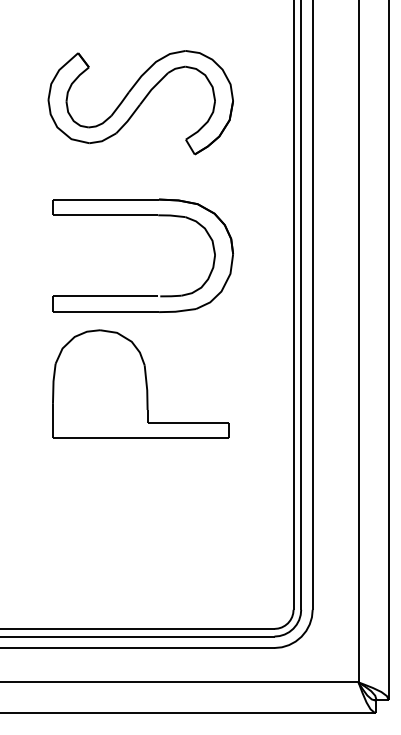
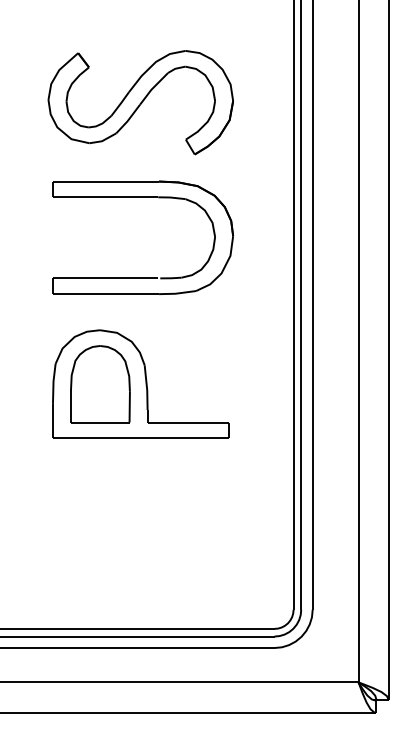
part at (142, 215) position: (142, 215) -> (142, 197)
part at (100, 384): none -> present
